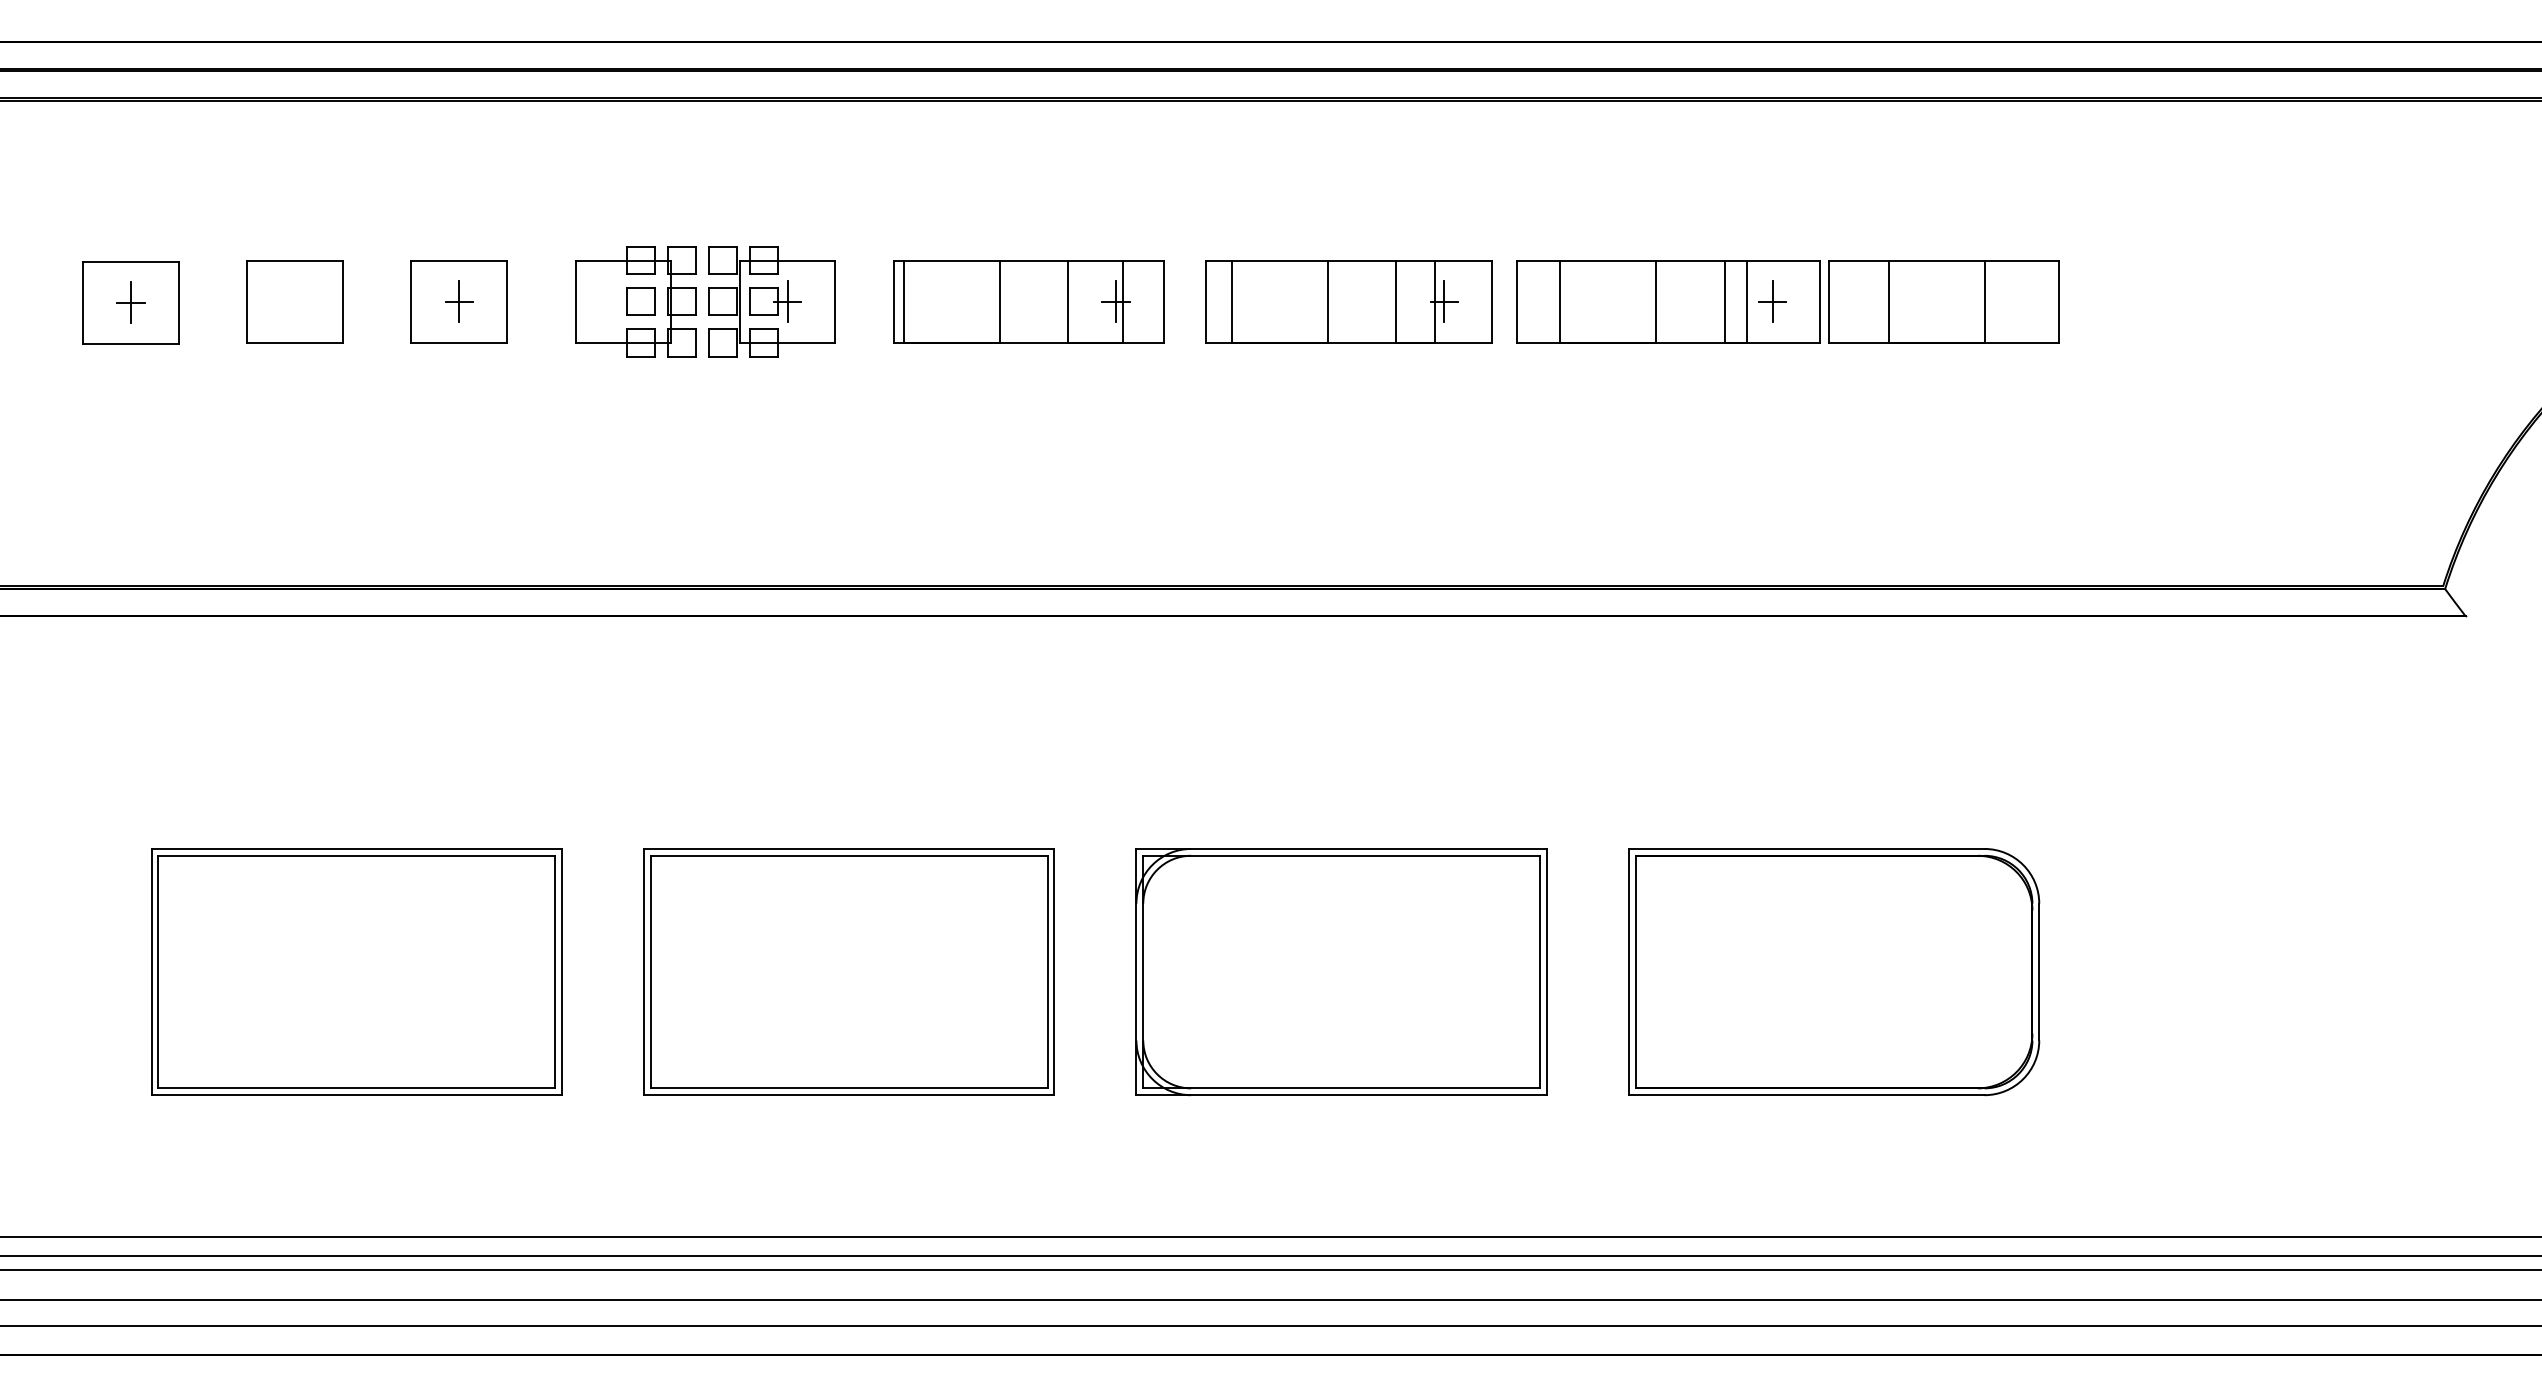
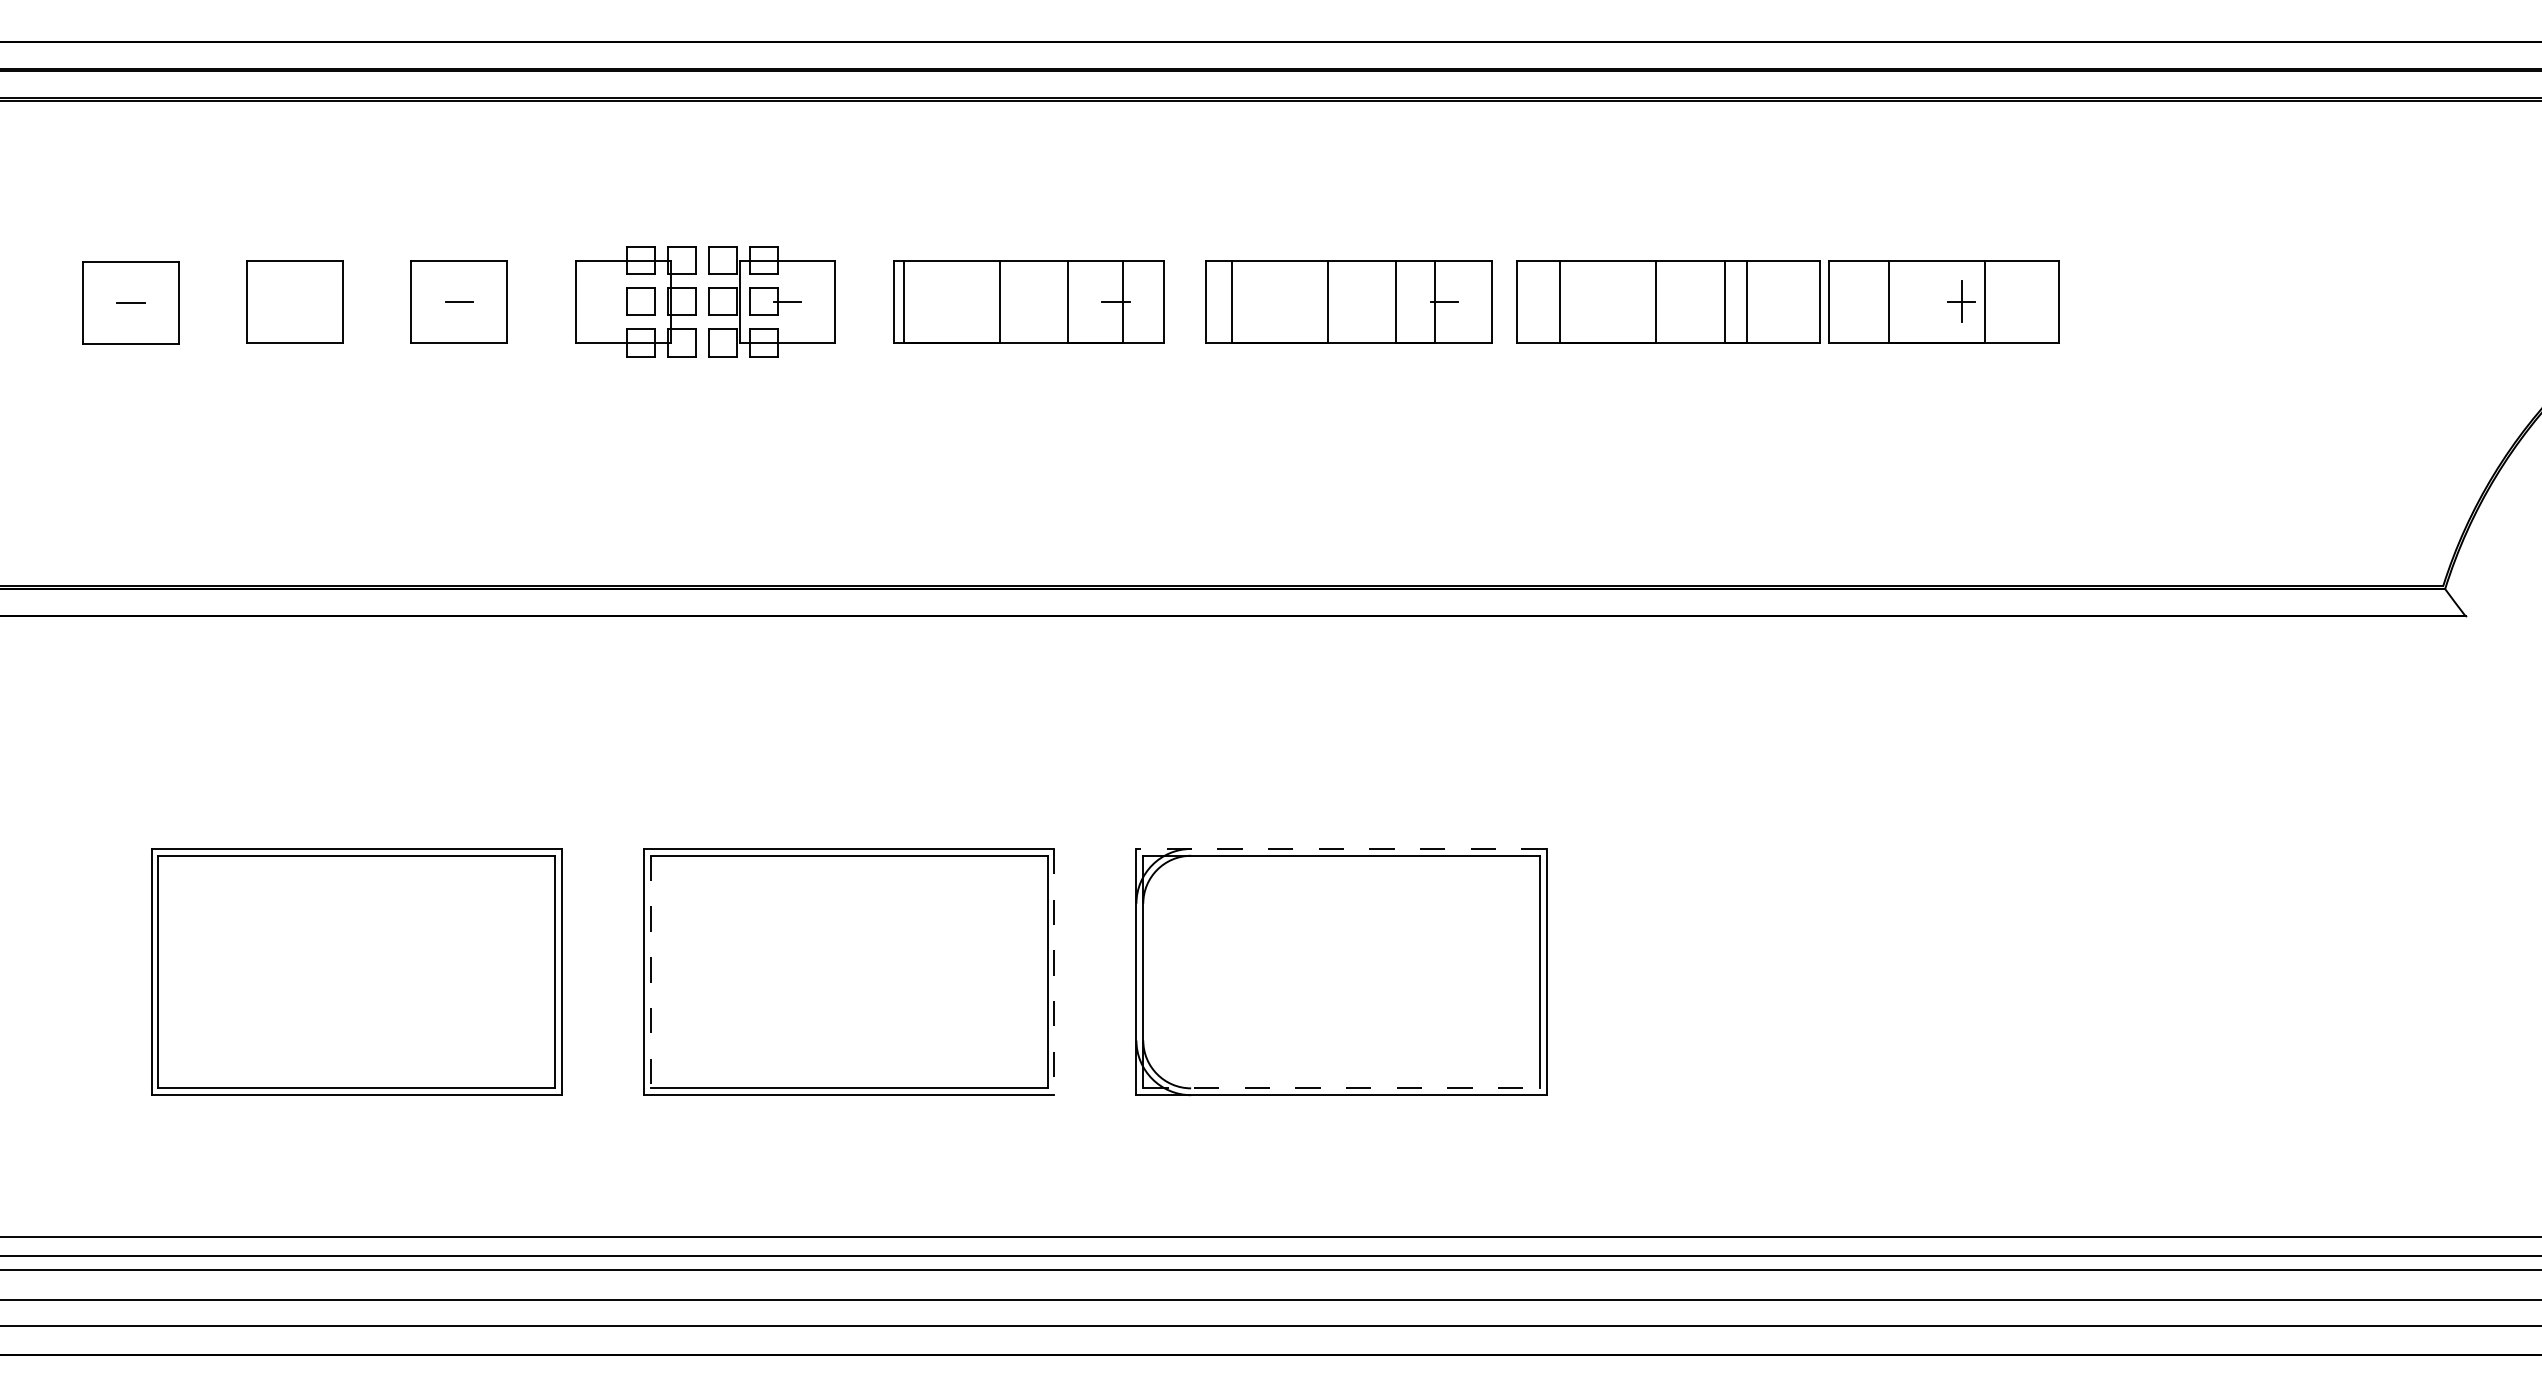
line at (459, 301): present -> none
line at (787, 301): present -> none
line at (1115, 301): present -> none
line at (1444, 301): present -> none
part at (1772, 301) position: (1772, 301) -> (1961, 301)
line at (130, 302): present -> none
line at (1341, 848): solid -> dashed
line at (650, 972): solid -> dashed
line at (1054, 972): solid -> dashed
part at (1834, 972): present -> none
line at (1342, 1088): solid -> dashed
